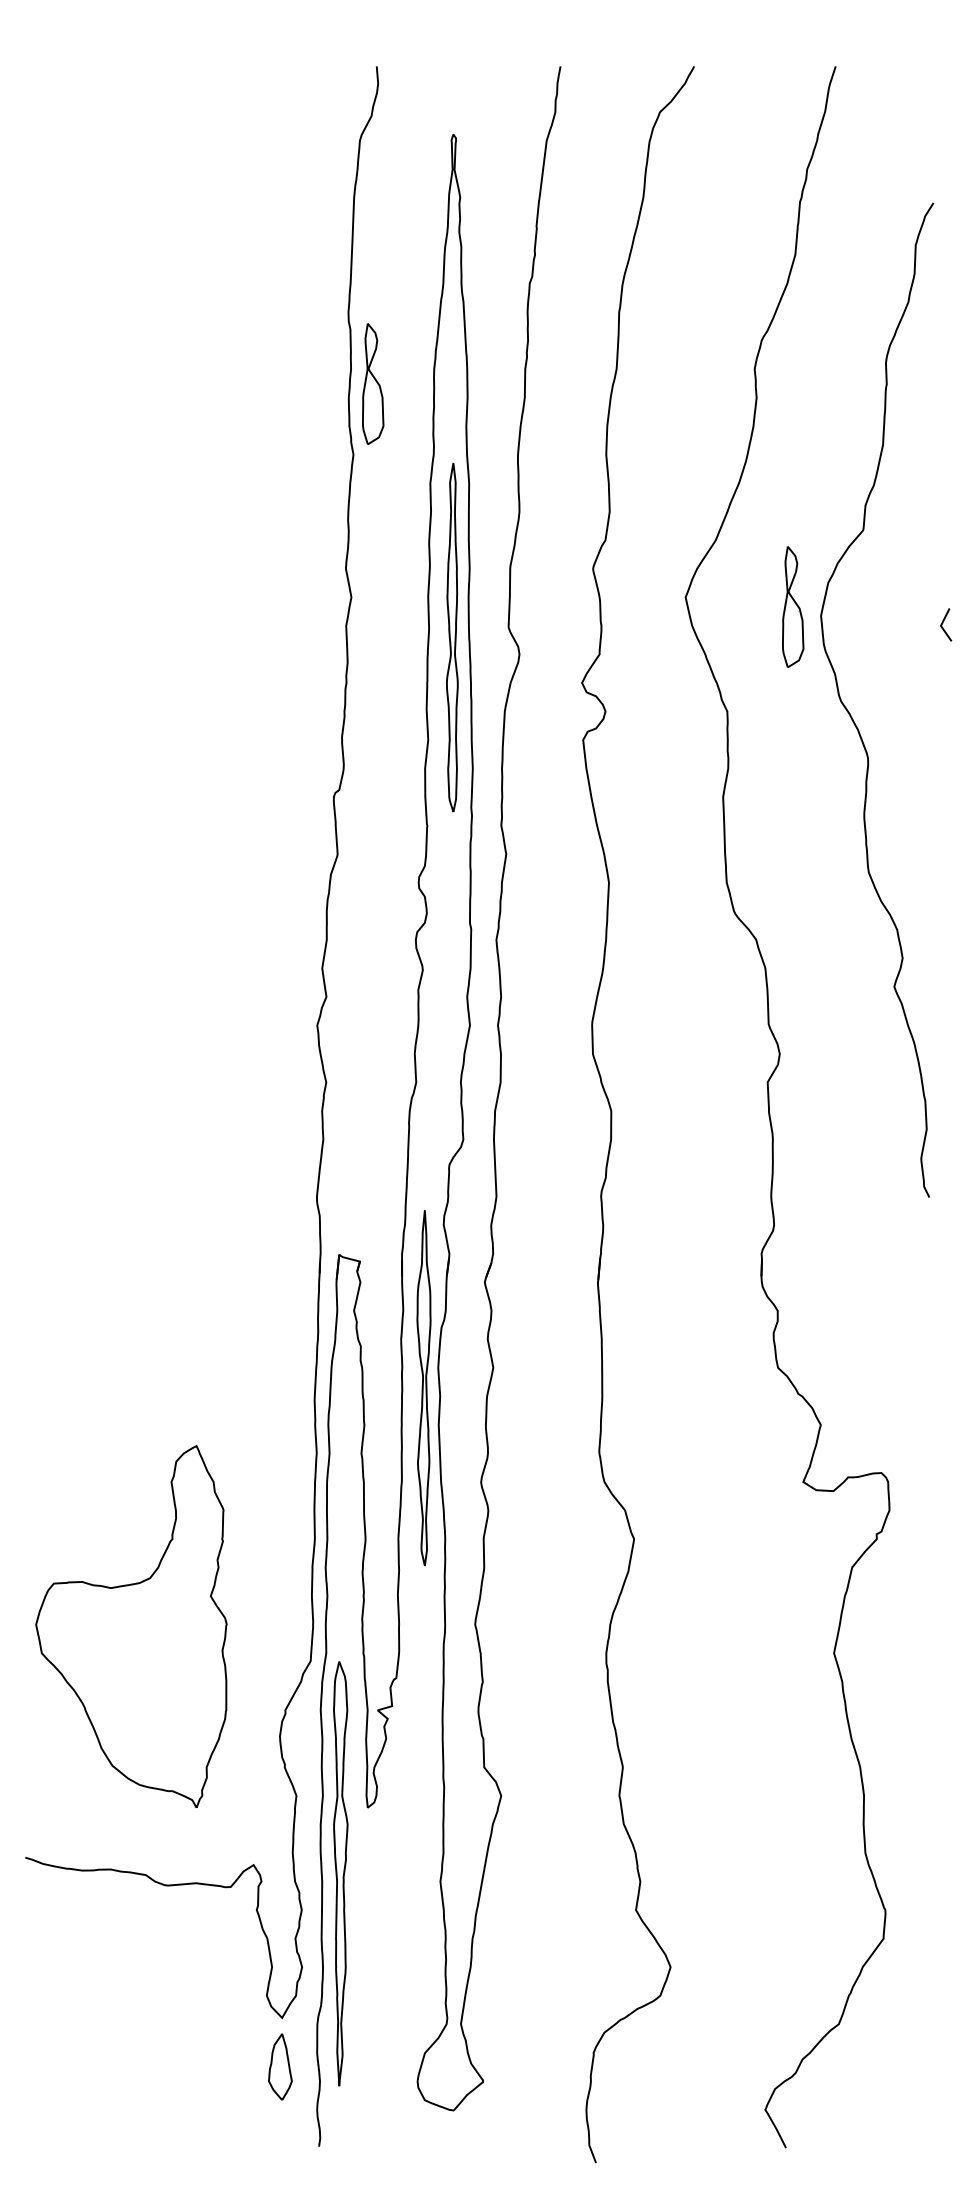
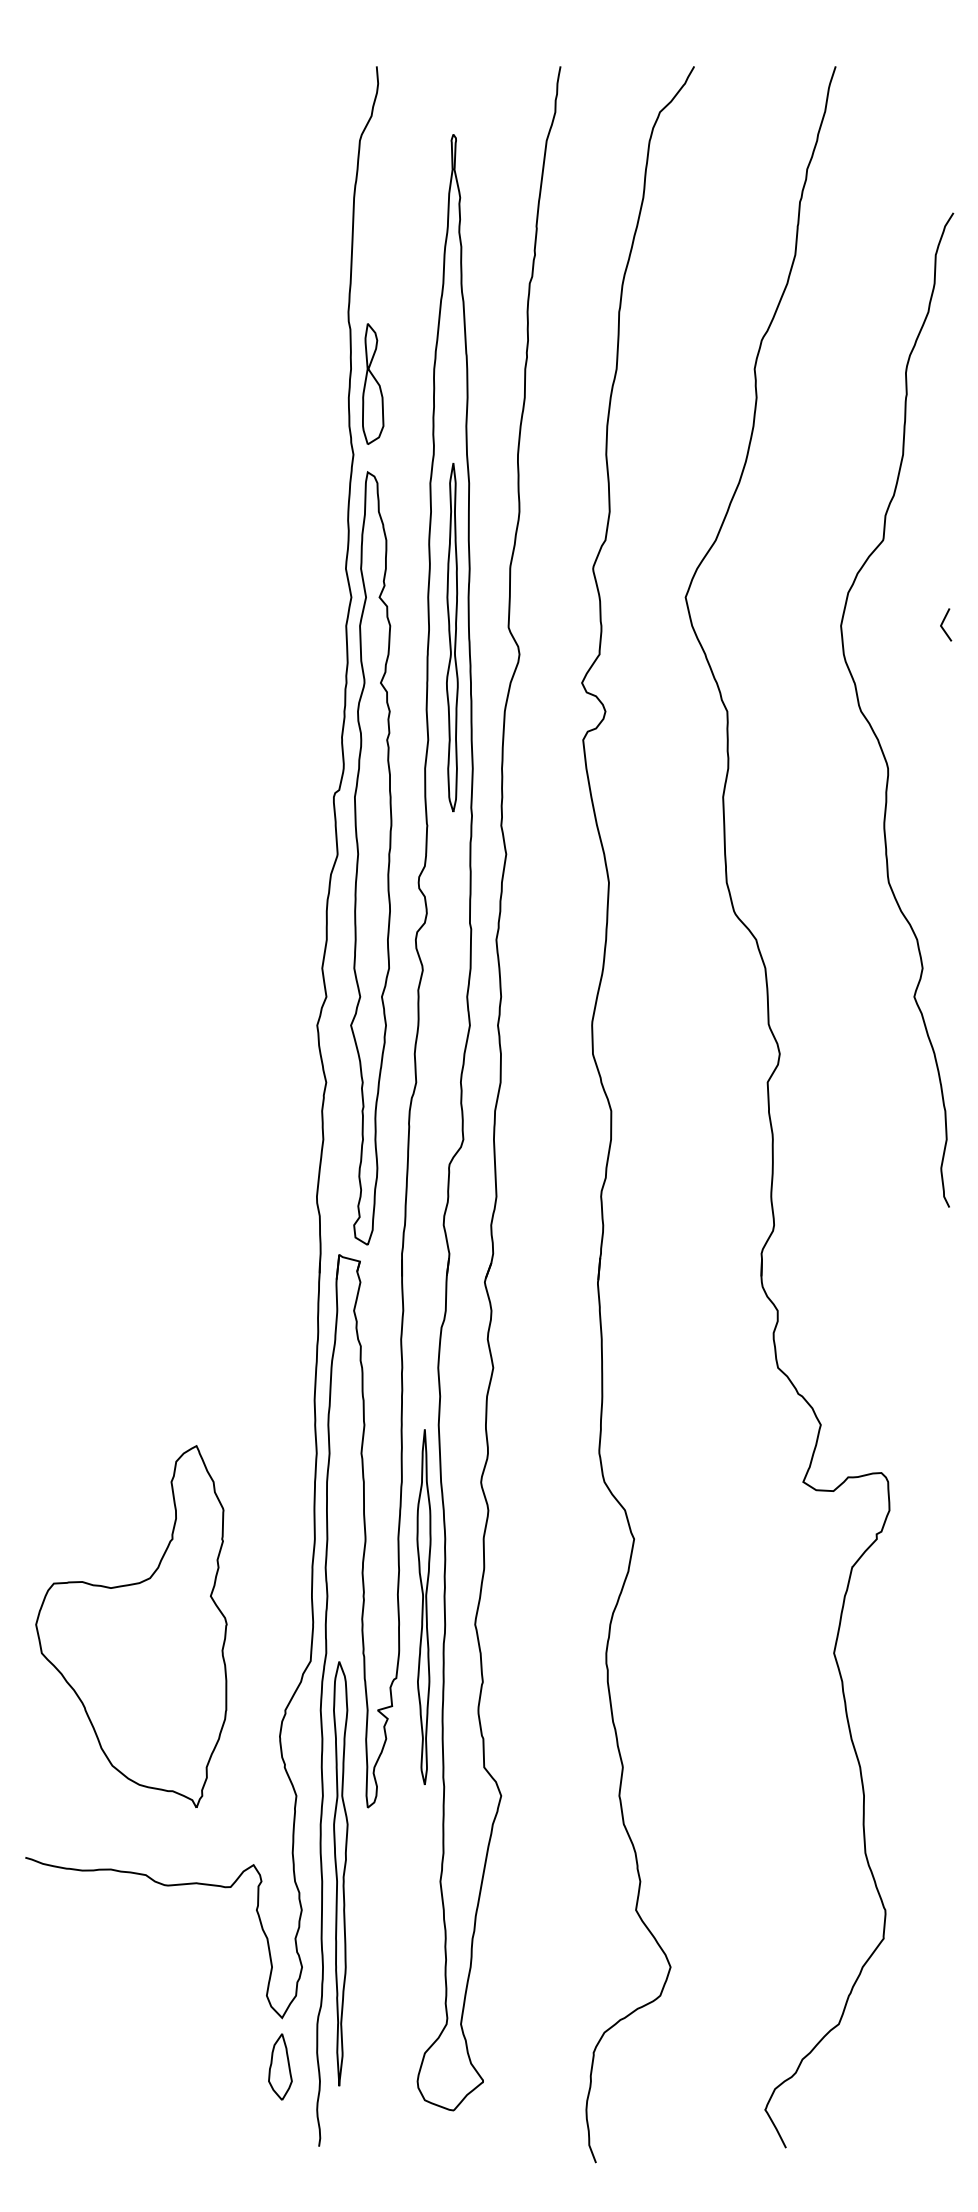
part at (793, 606): present -> none
curve at (850, 713) position: (850, 713) -> (870, 723)
part at (371, 858): none -> present
part at (423, 1387) position: (423, 1387) -> (423, 1606)
